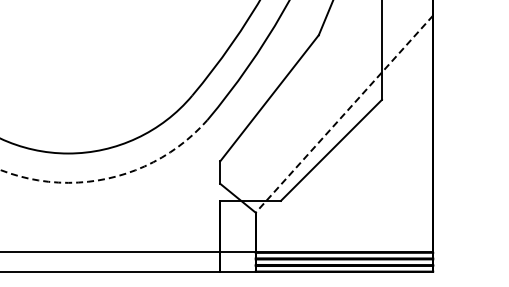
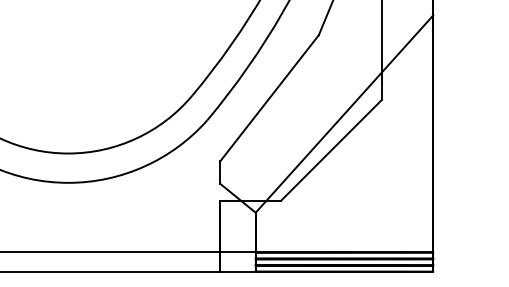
line at (344, 114): dashed -> solid
arc at (111, 177): dashed -> solid
